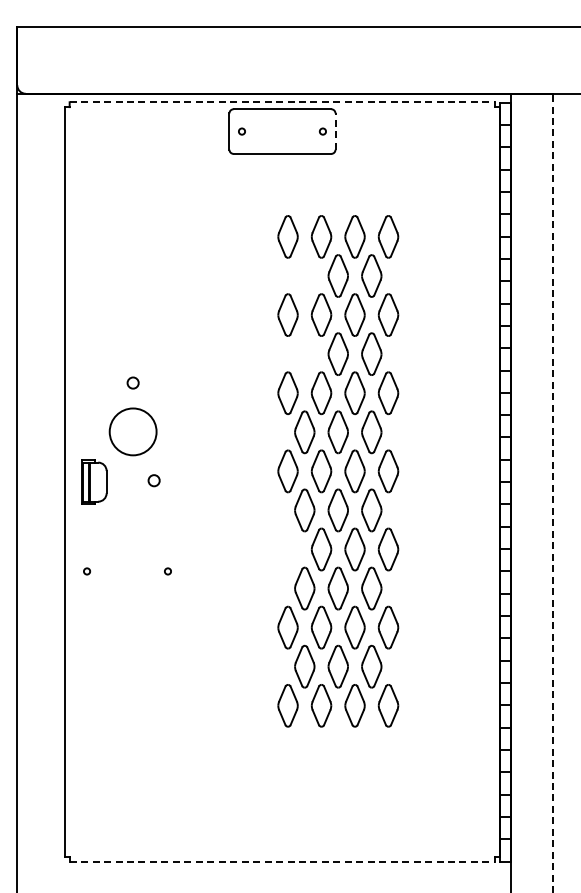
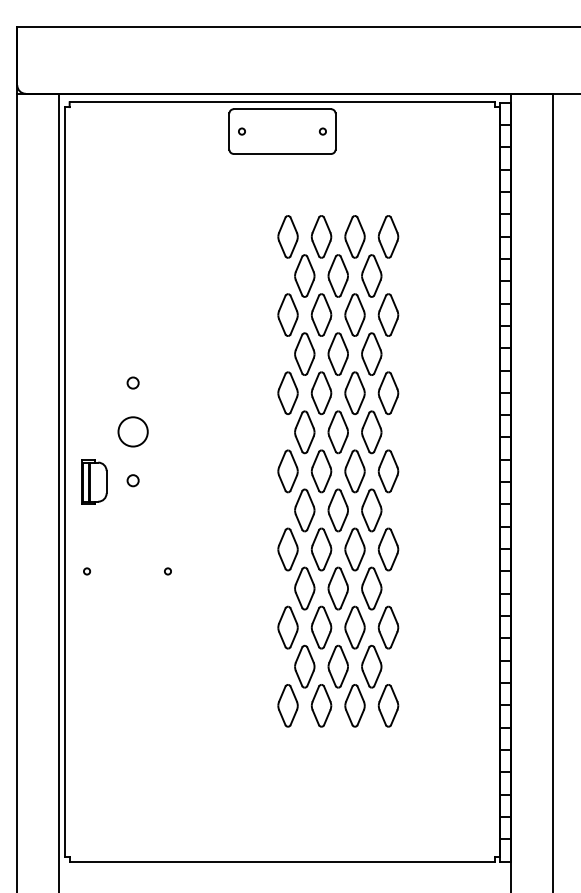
line at (282, 102): dashed -> solid
line at (335, 131): dashed -> solid
part at (304, 275): none -> present
part at (304, 353): none -> present
circle at (132, 431) diameter: 47 px -> 29 px
circle at (153, 480) position: (153, 480) -> (132, 480)
line at (59, 491): none -> present
line at (553, 492): dashed -> solid
part at (287, 549): none -> present
line at (282, 862): dashed -> solid
